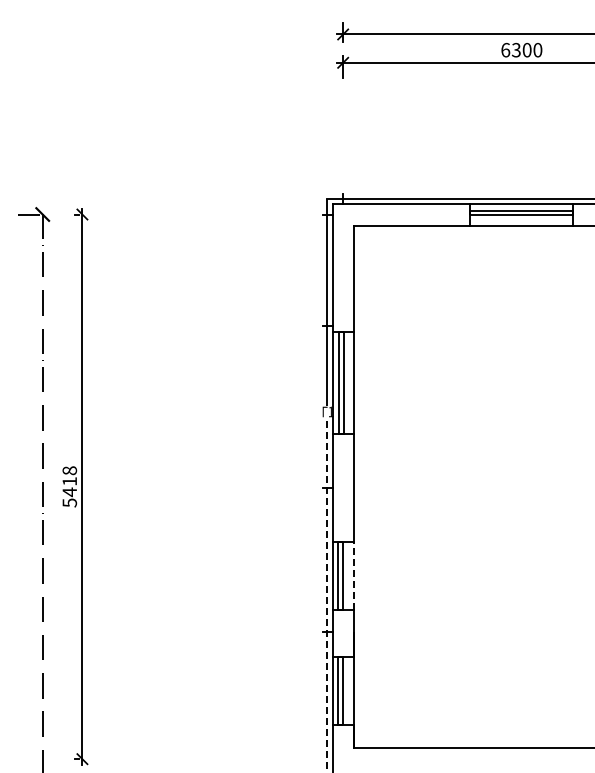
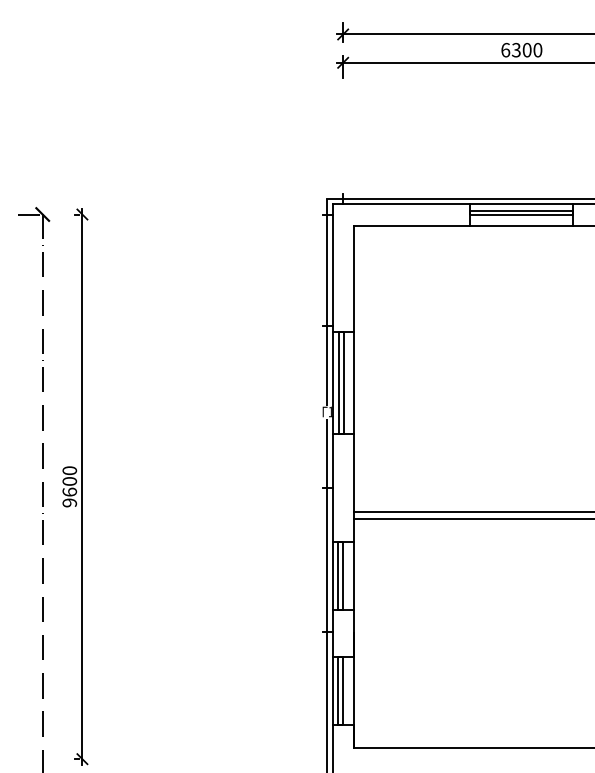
text at (69, 486): 5418 -> 9600
line at (472, 511): none -> present
line at (472, 518): none -> present
line at (354, 575): dashed -> solid
line at (327, 595): dashed -> solid
